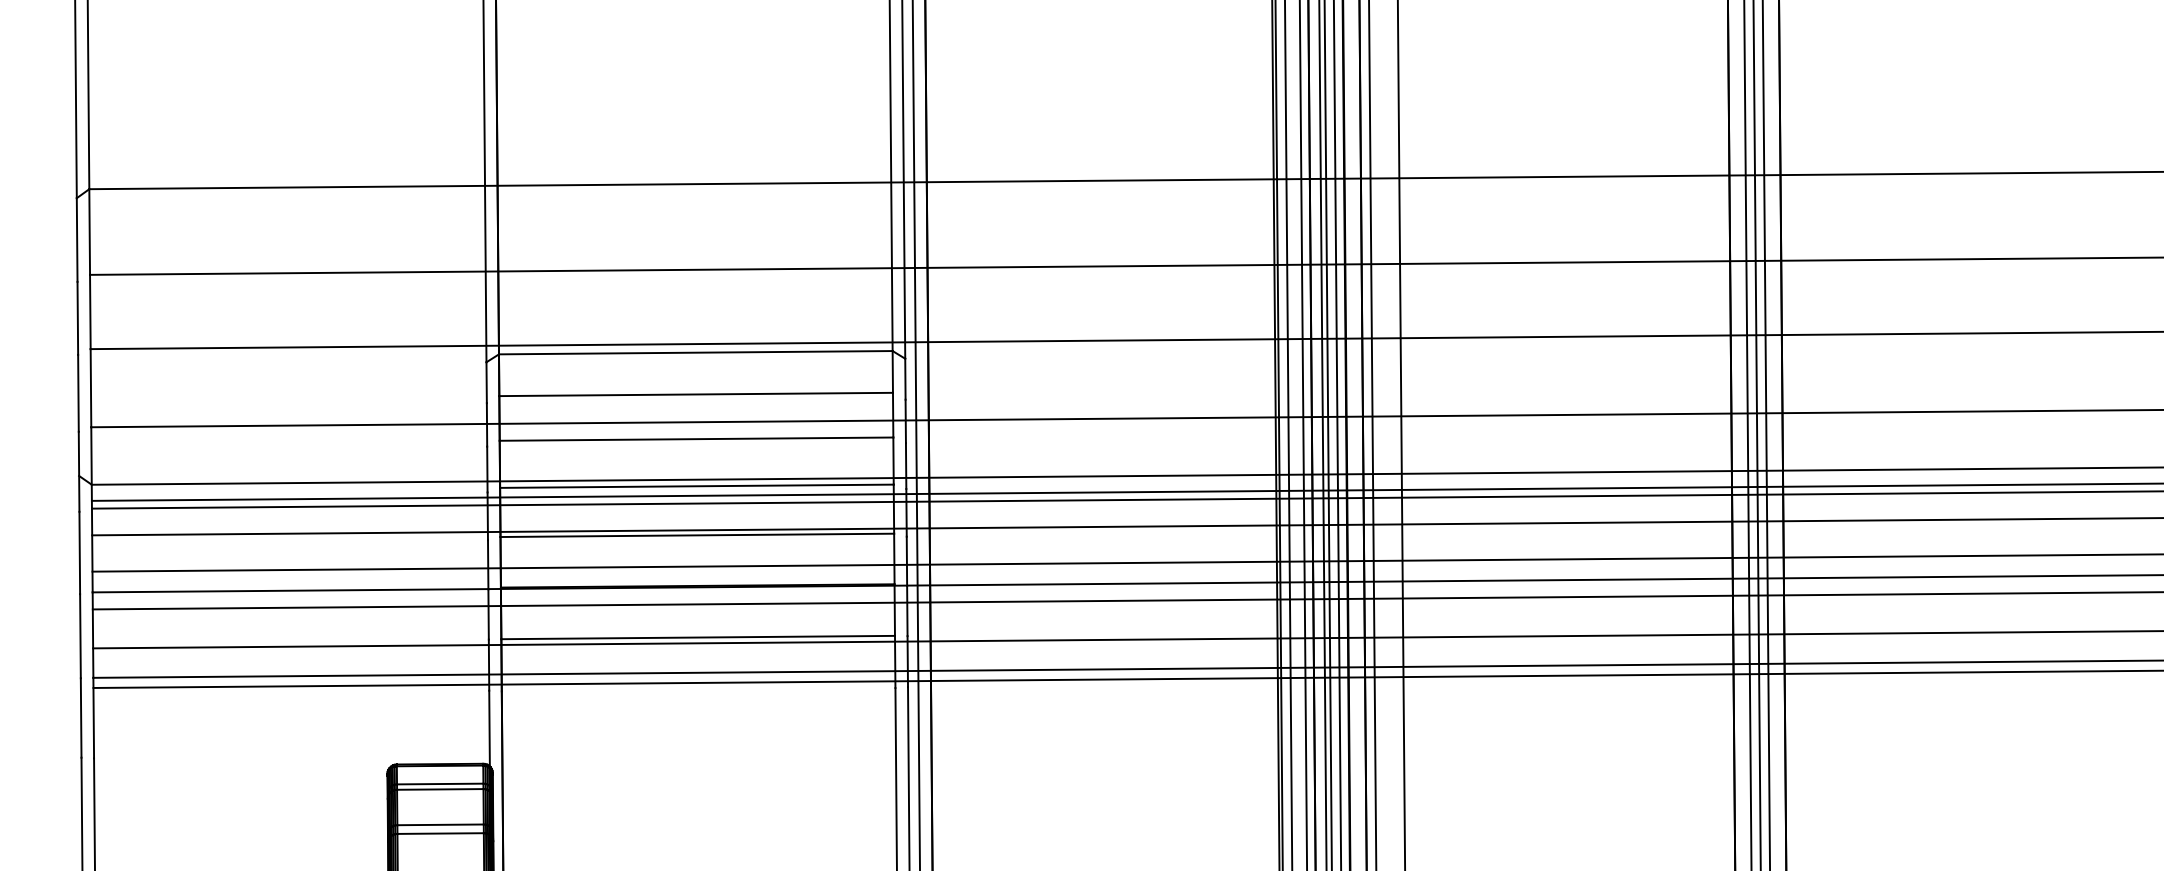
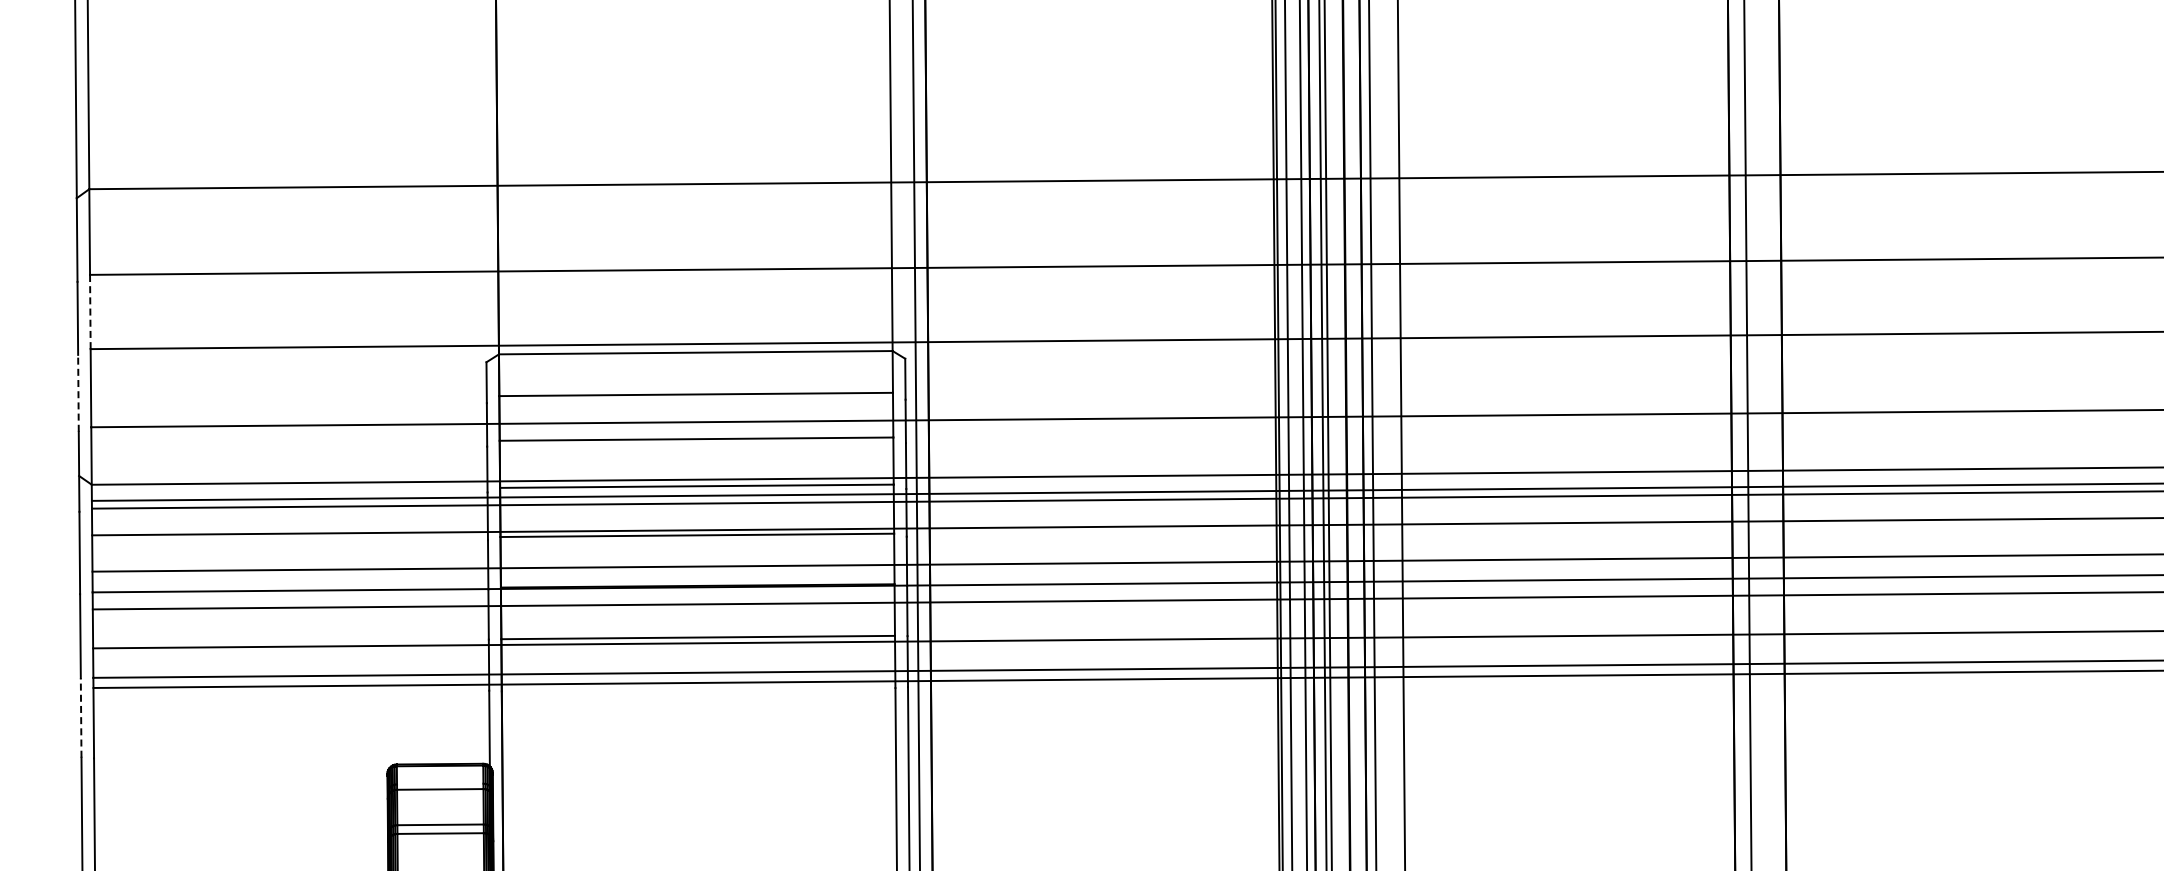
line at (903, 180): present -> none
line at (484, 182): present -> none
line at (90, 311): solid -> dashed
line at (78, 392): solid -> dashed
line at (1337, 434): present -> none
line at (1756, 434): present -> none
line at (1766, 434): present -> none
line at (81, 717): solid -> dashed
line at (440, 783): present -> none
